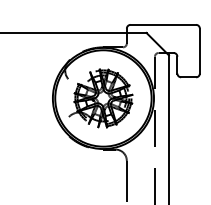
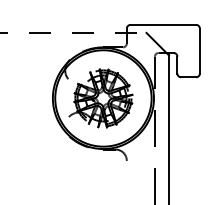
line at (73, 32): solid -> dashed
line at (126, 180): present -> none
